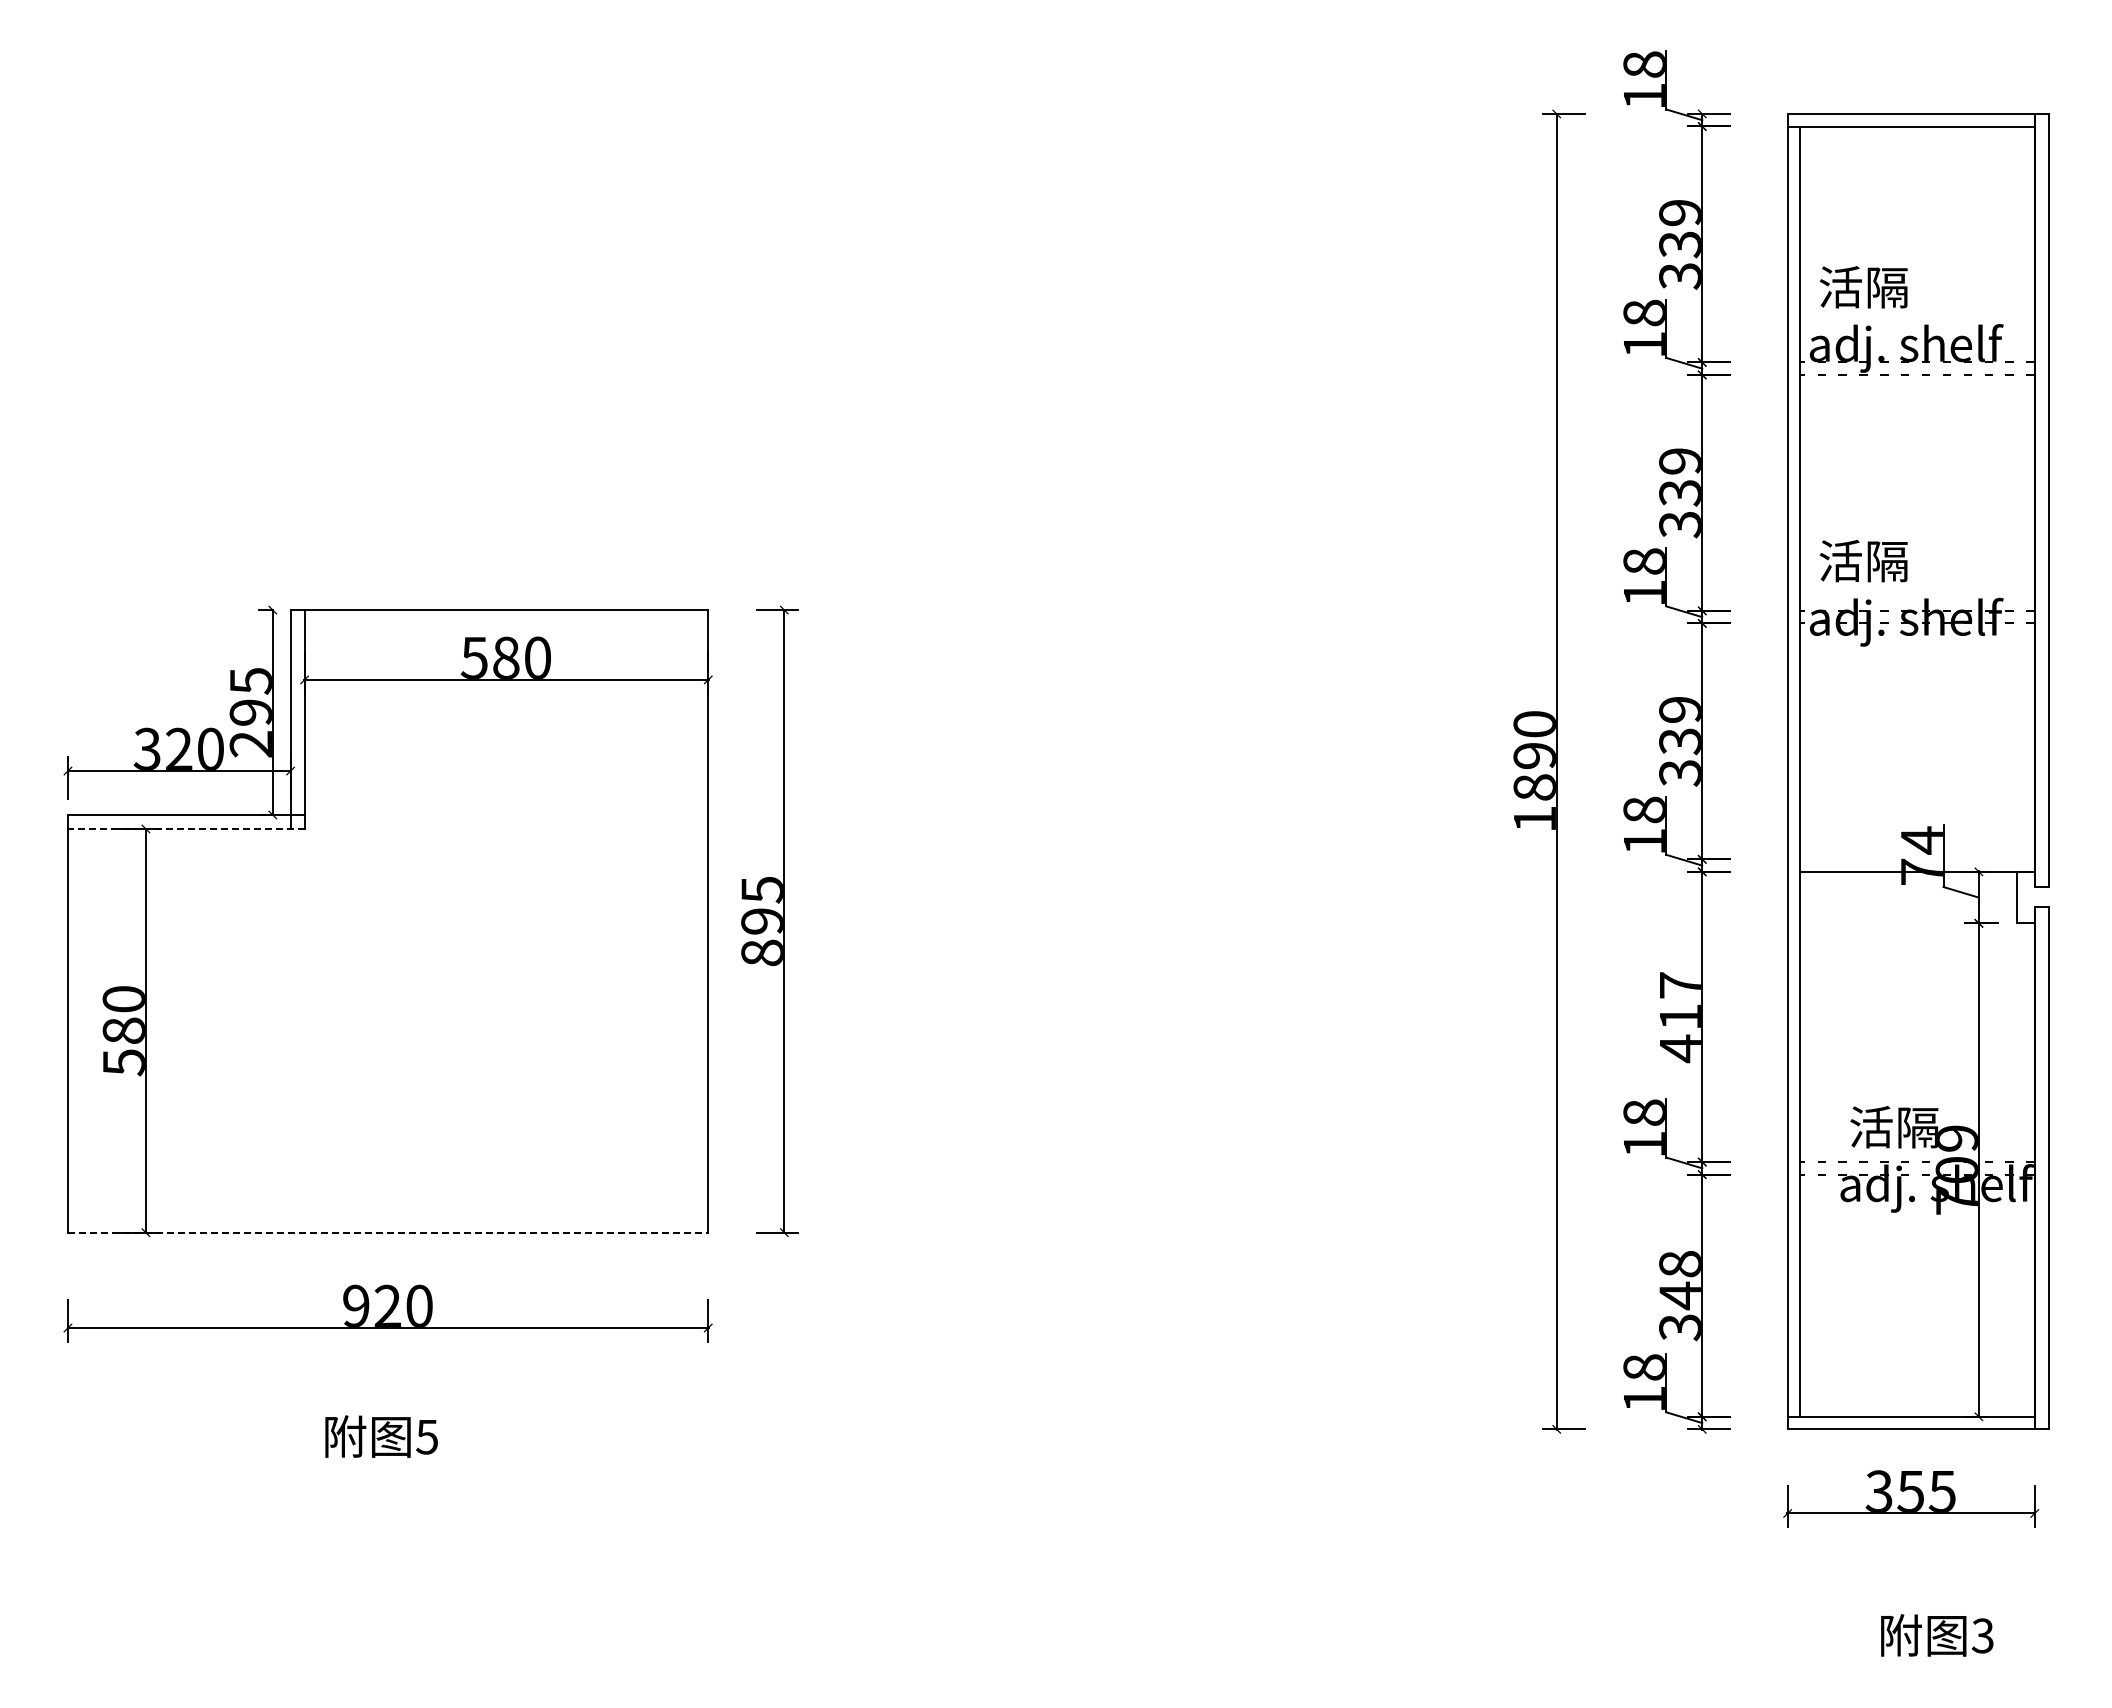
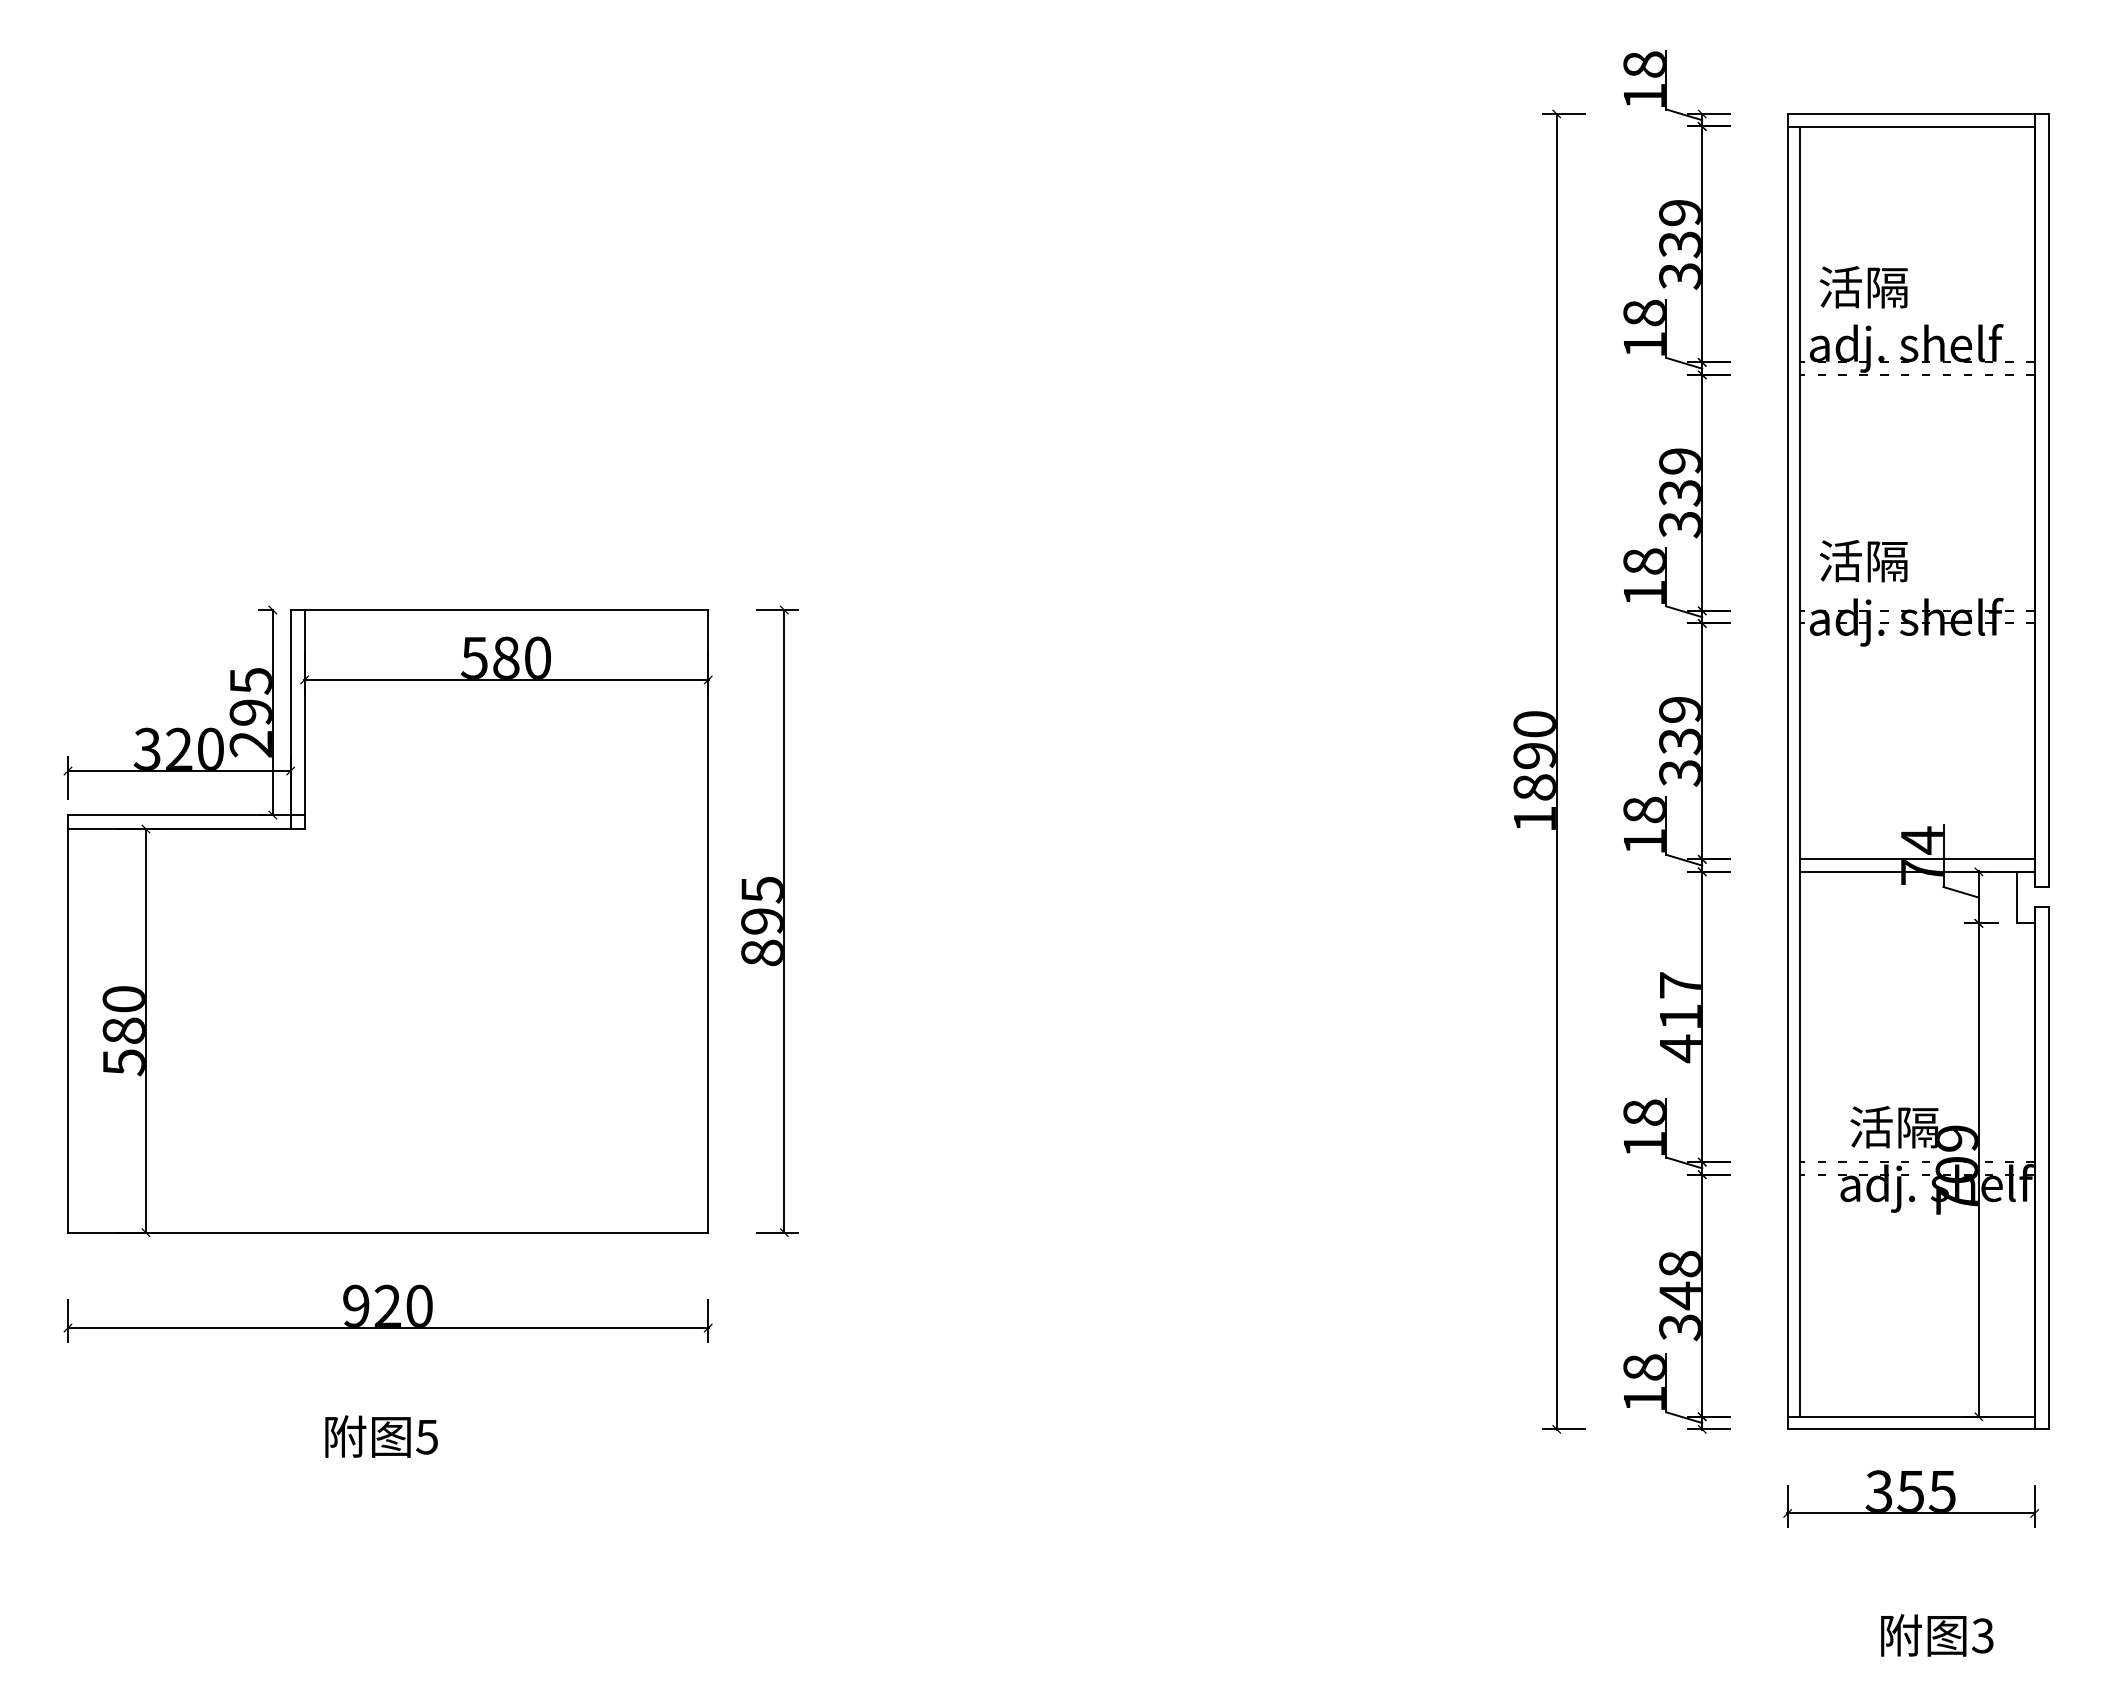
line at (185, 829): dashed -> solid
line at (1917, 859): none -> present
line at (388, 1232): dashed -> solid
